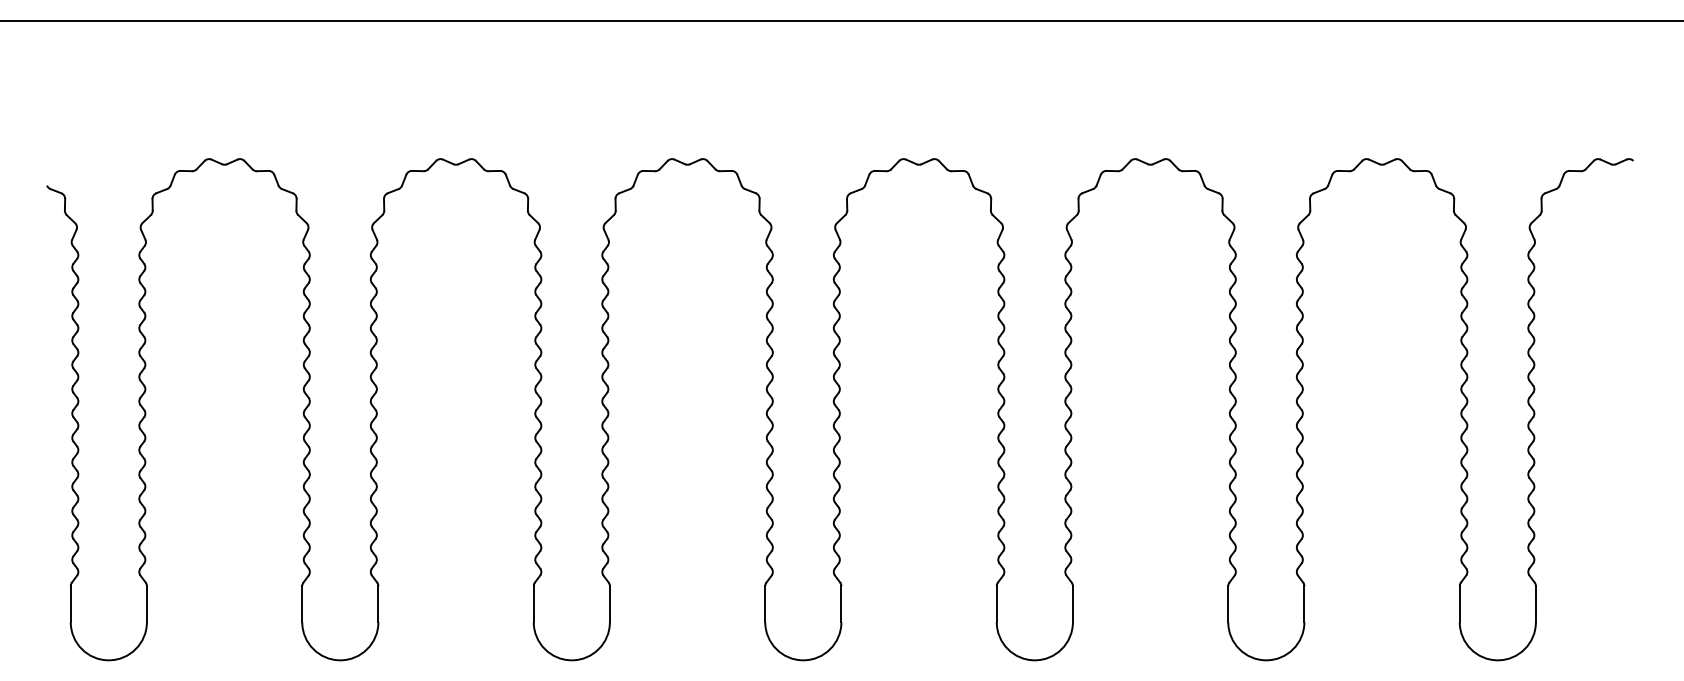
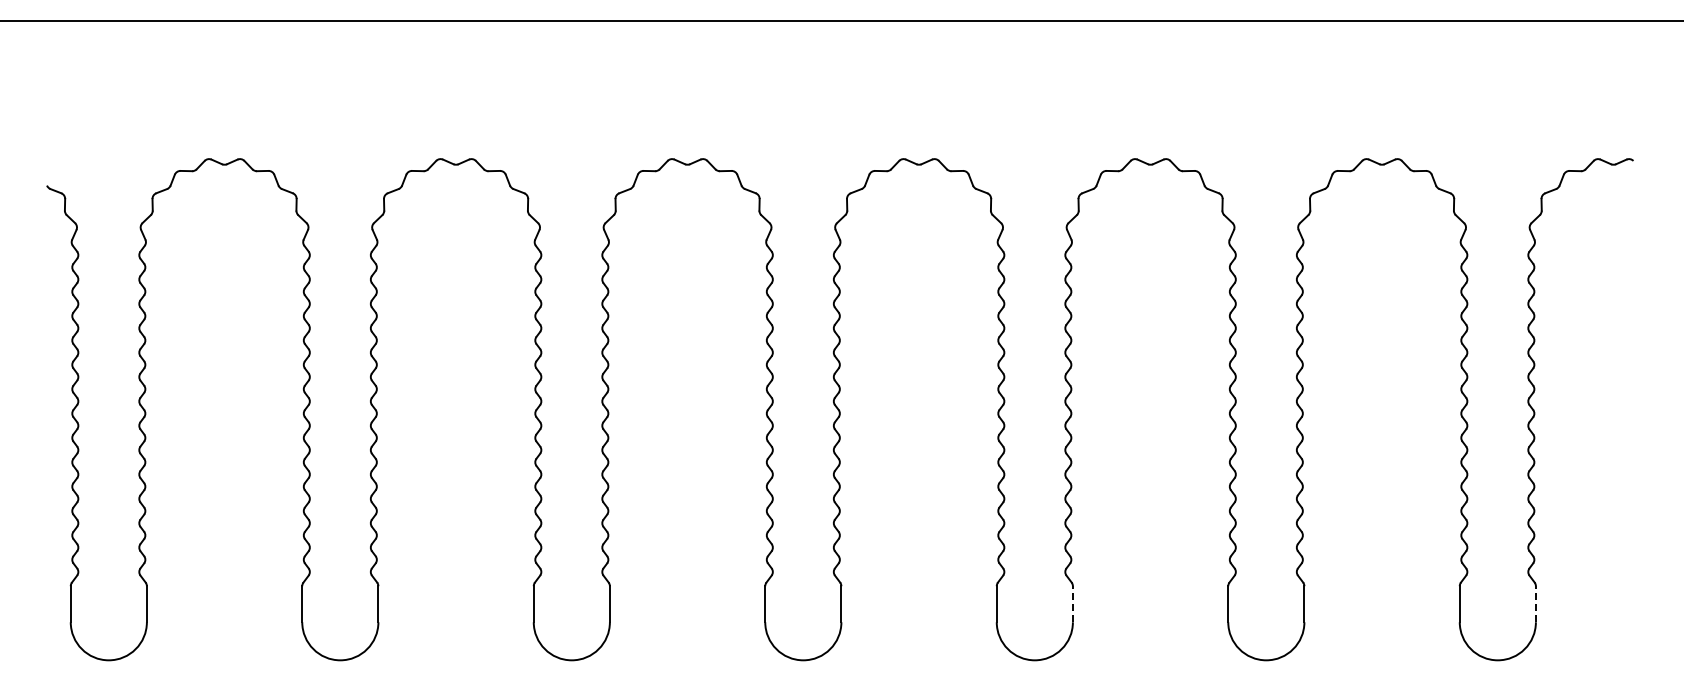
line at (1072, 603): solid -> dashed
line at (1535, 603): solid -> dashed
